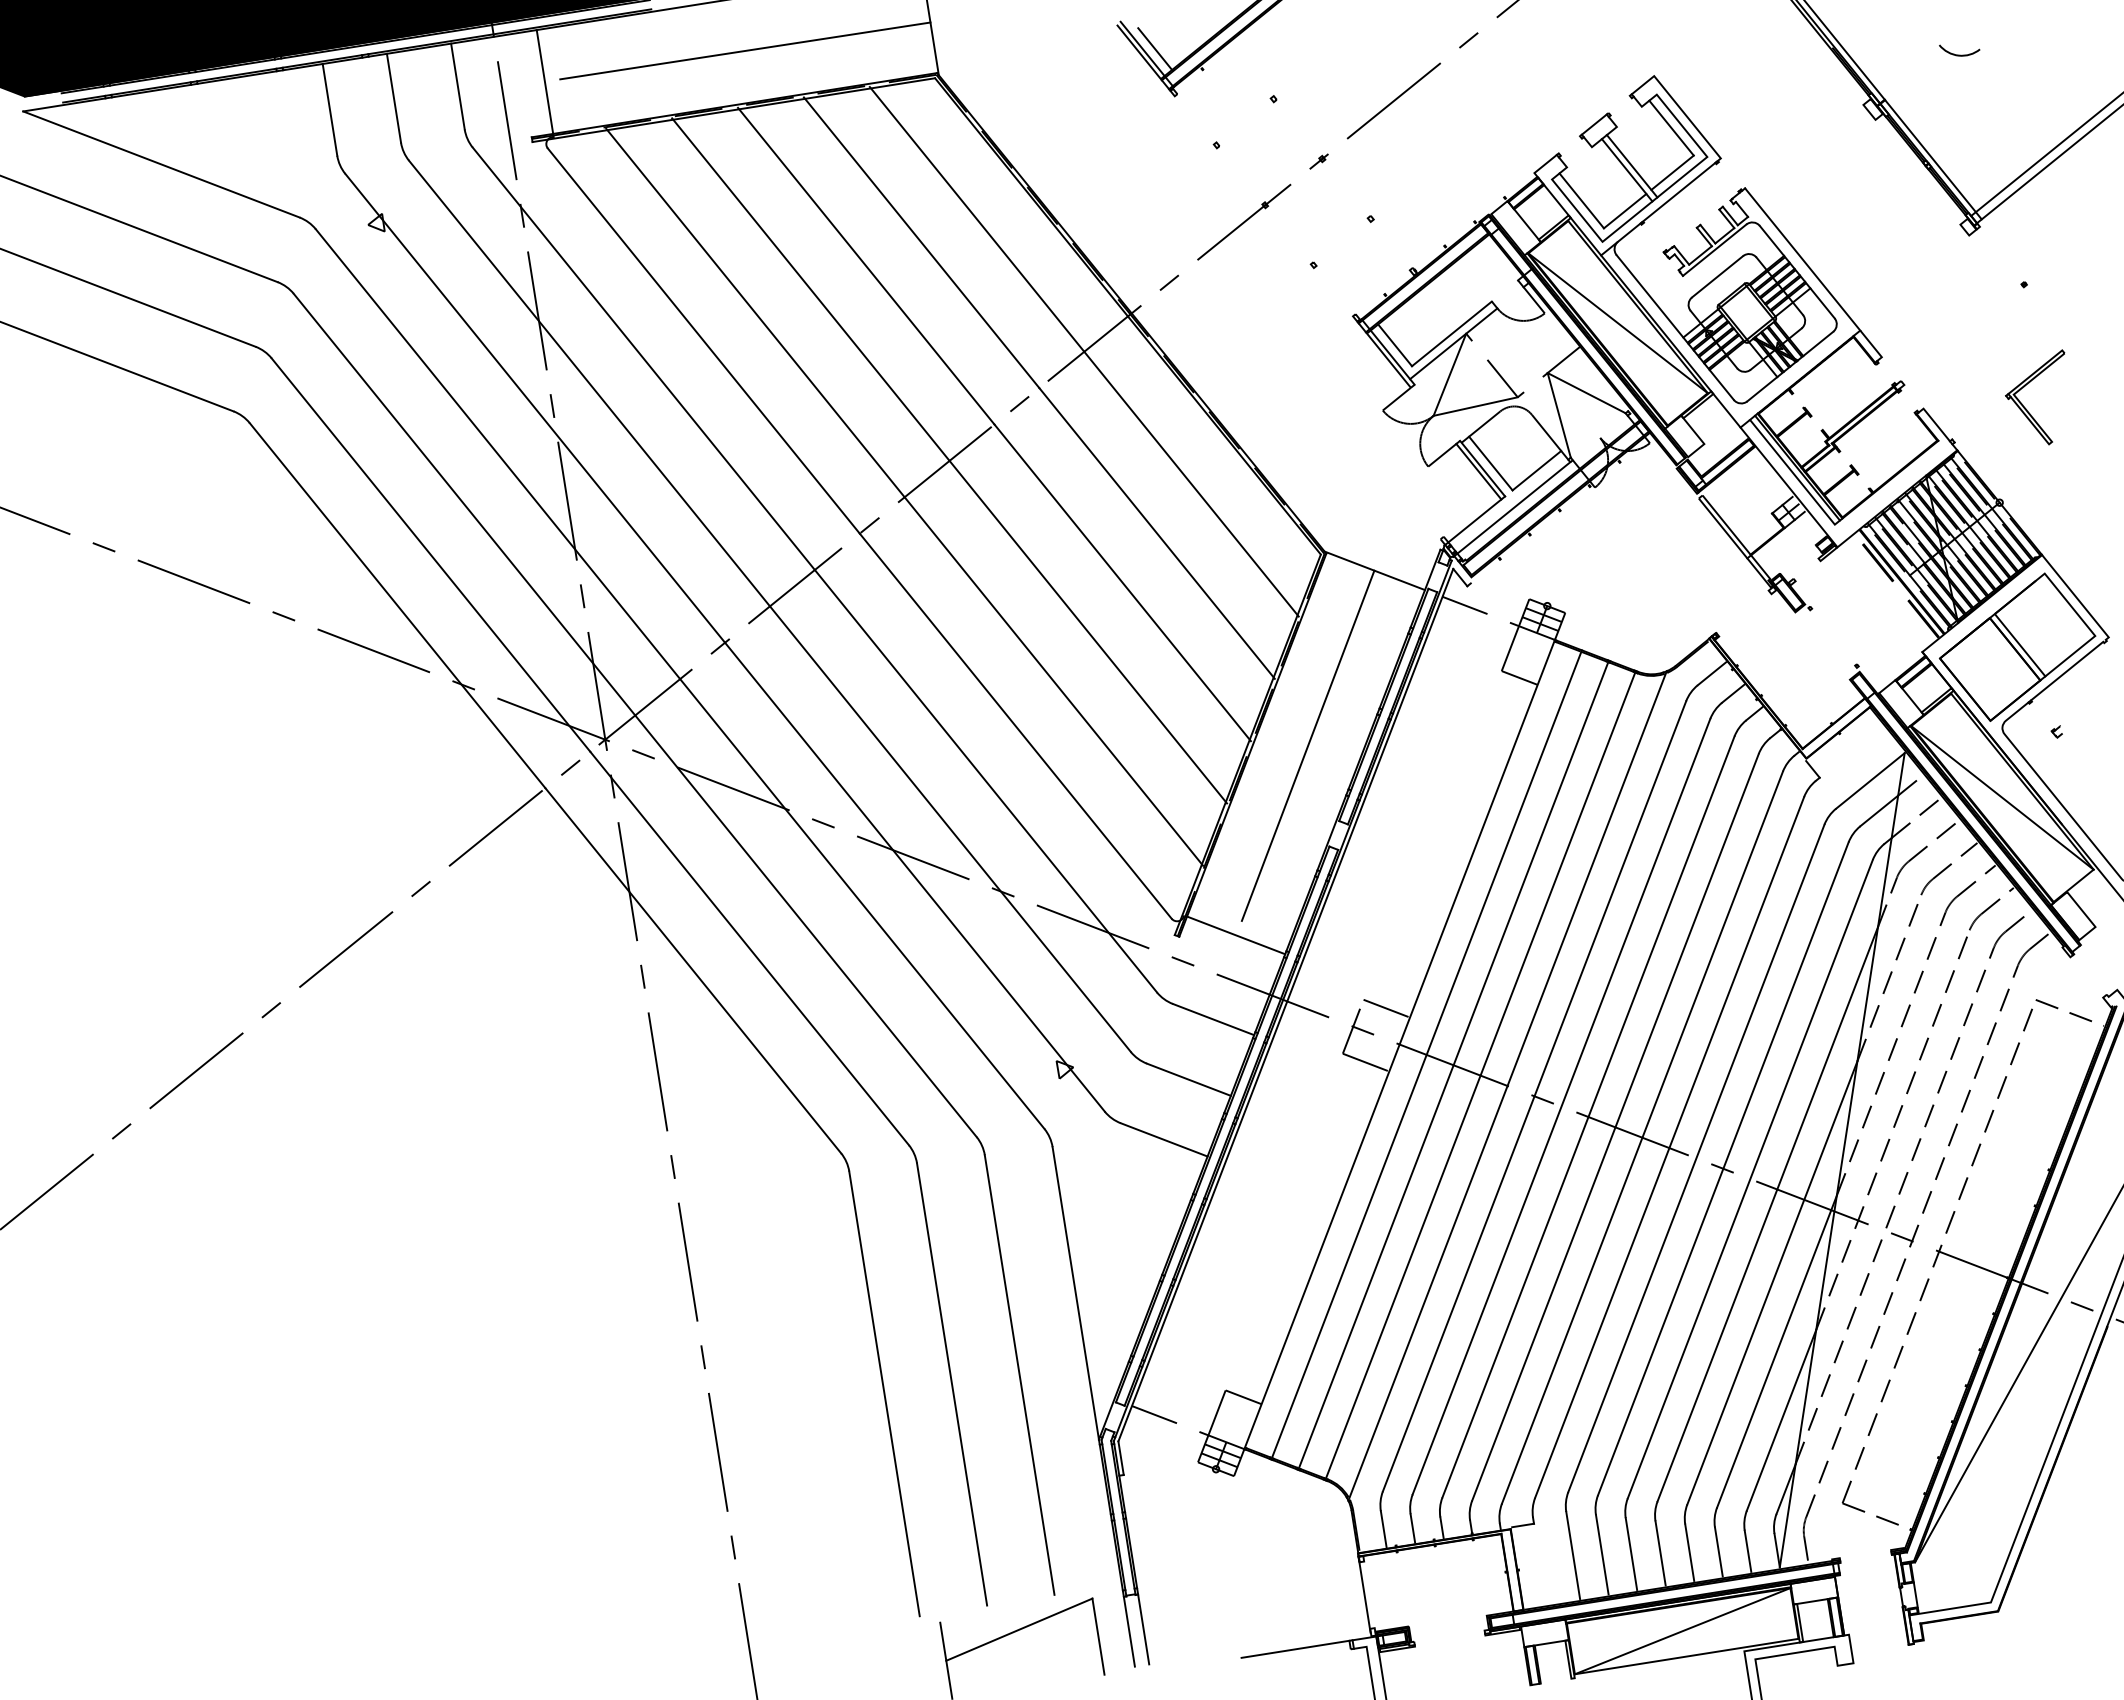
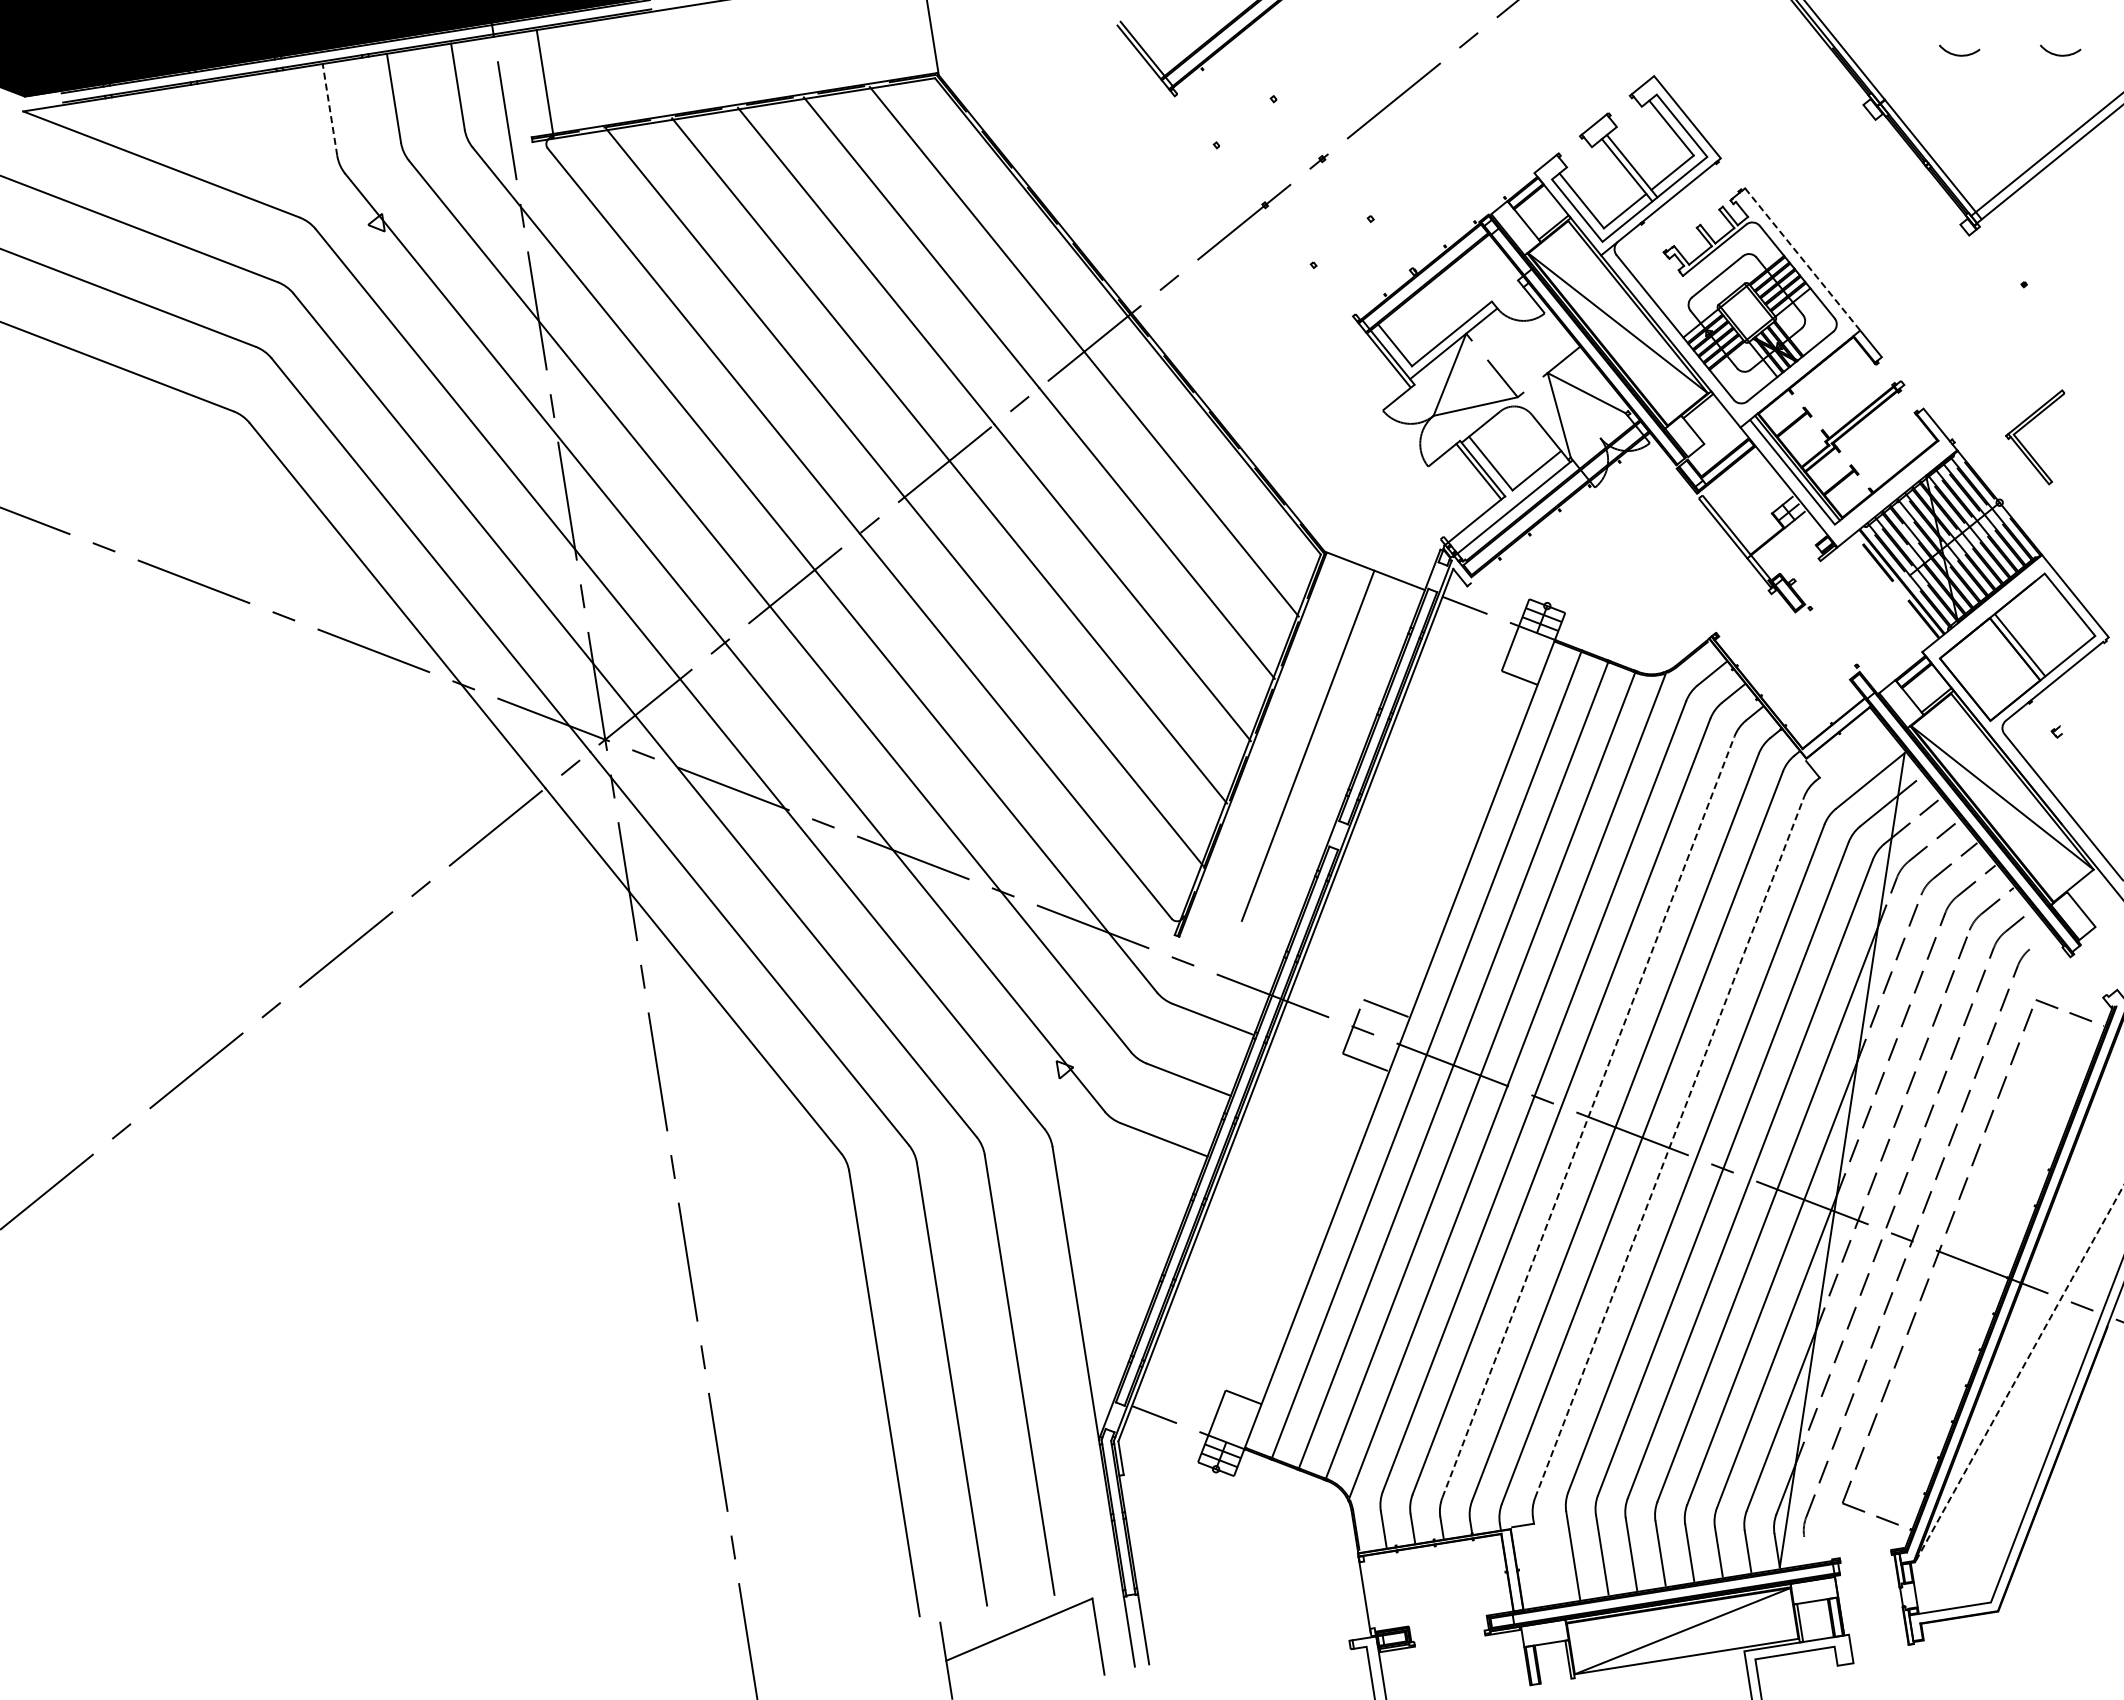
line at (1155, 48): present -> none
line at (745, 50): present -> none
curve at (2060, 54): none -> present
line at (329, 109): solid -> dashed
line at (1802, 259): solid -> dashed
part at (2025, 407) position: (2025, 407) -> (2025, 447)
line at (1236, 935): present -> none
line at (2039, 940): present -> none
line at (1588, 1117): solid -> dashed
line at (1669, 1147): solid -> dashed
line at (2019, 1374): solid -> dashed
line at (1806, 1549): present -> none
line at (1295, 1648): present -> none
